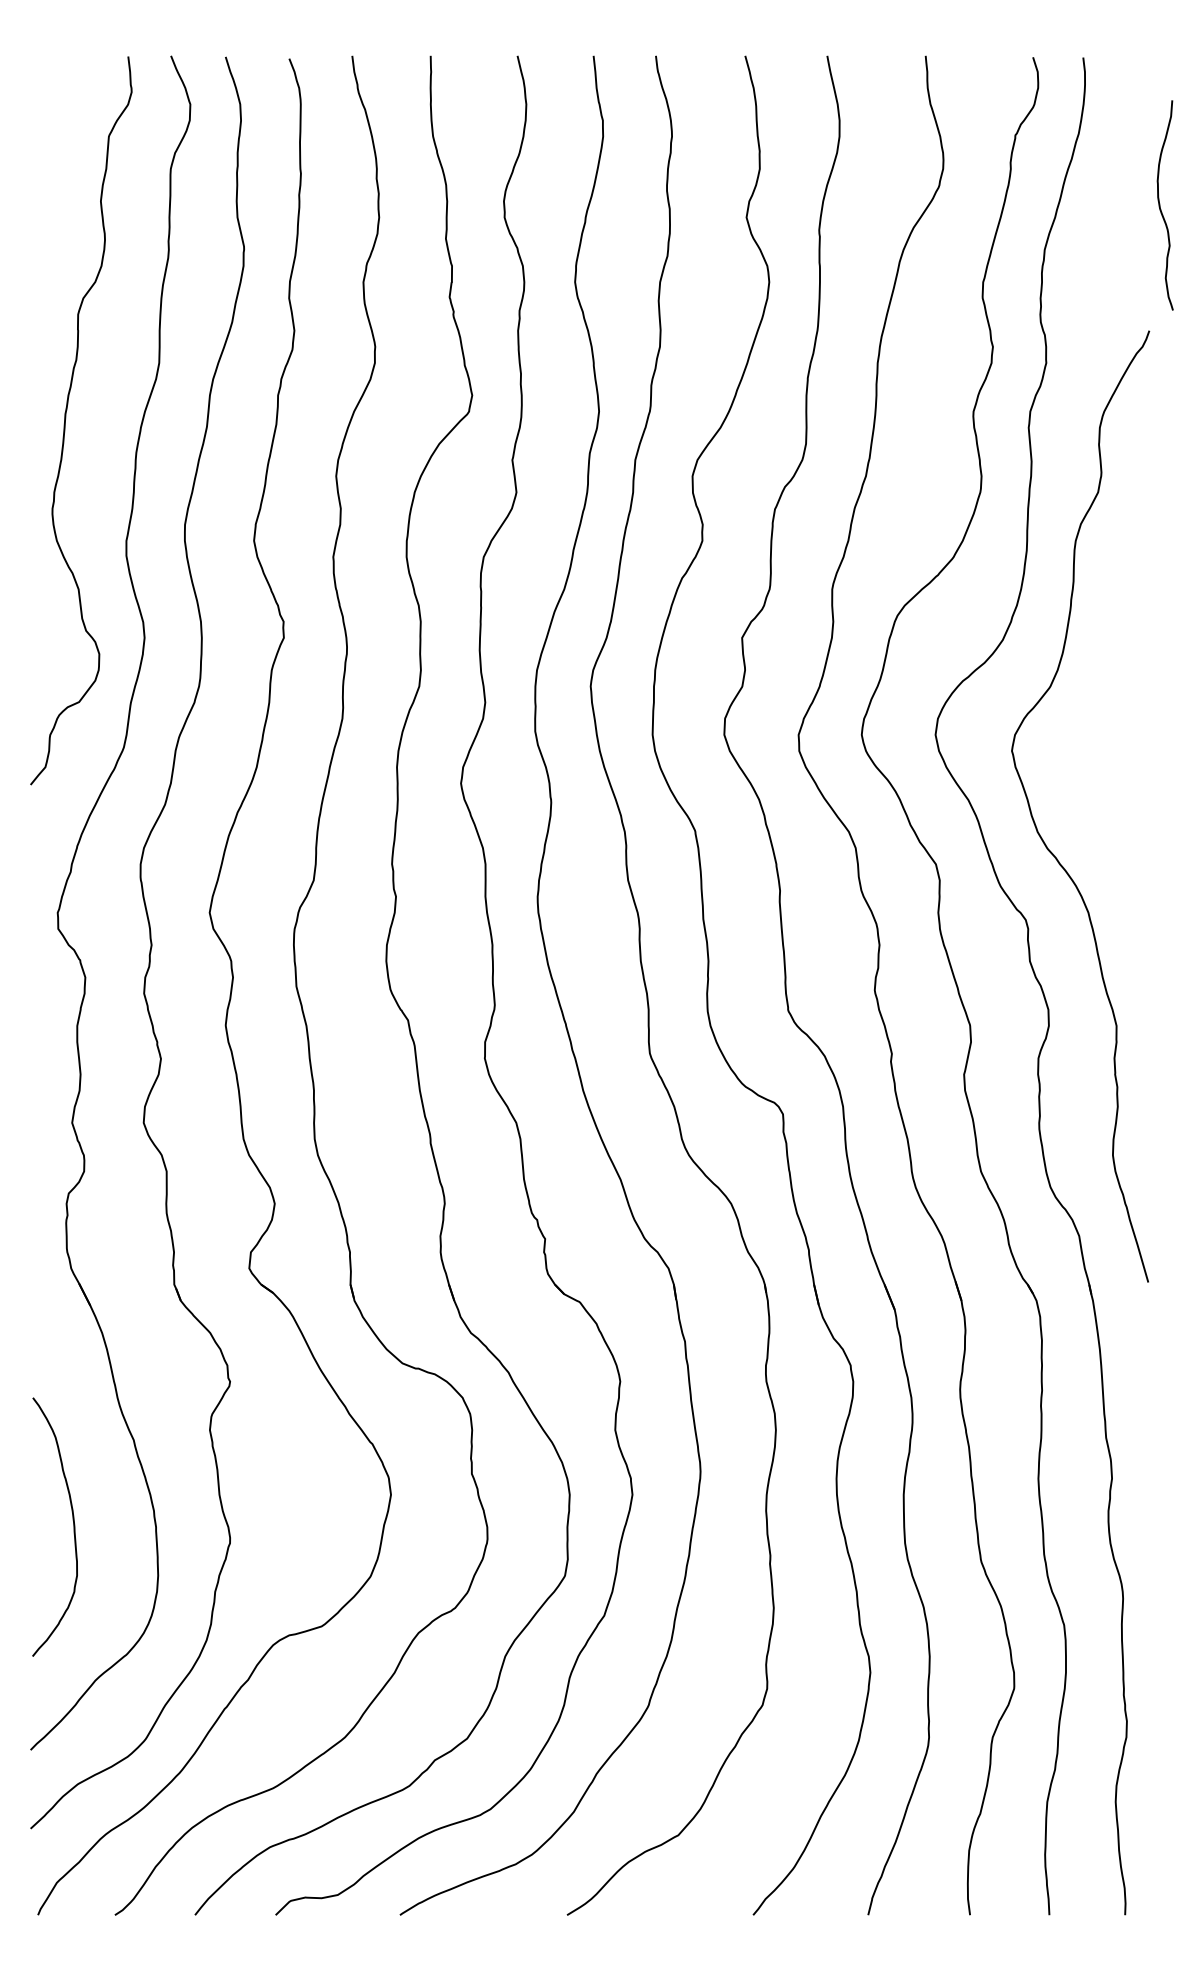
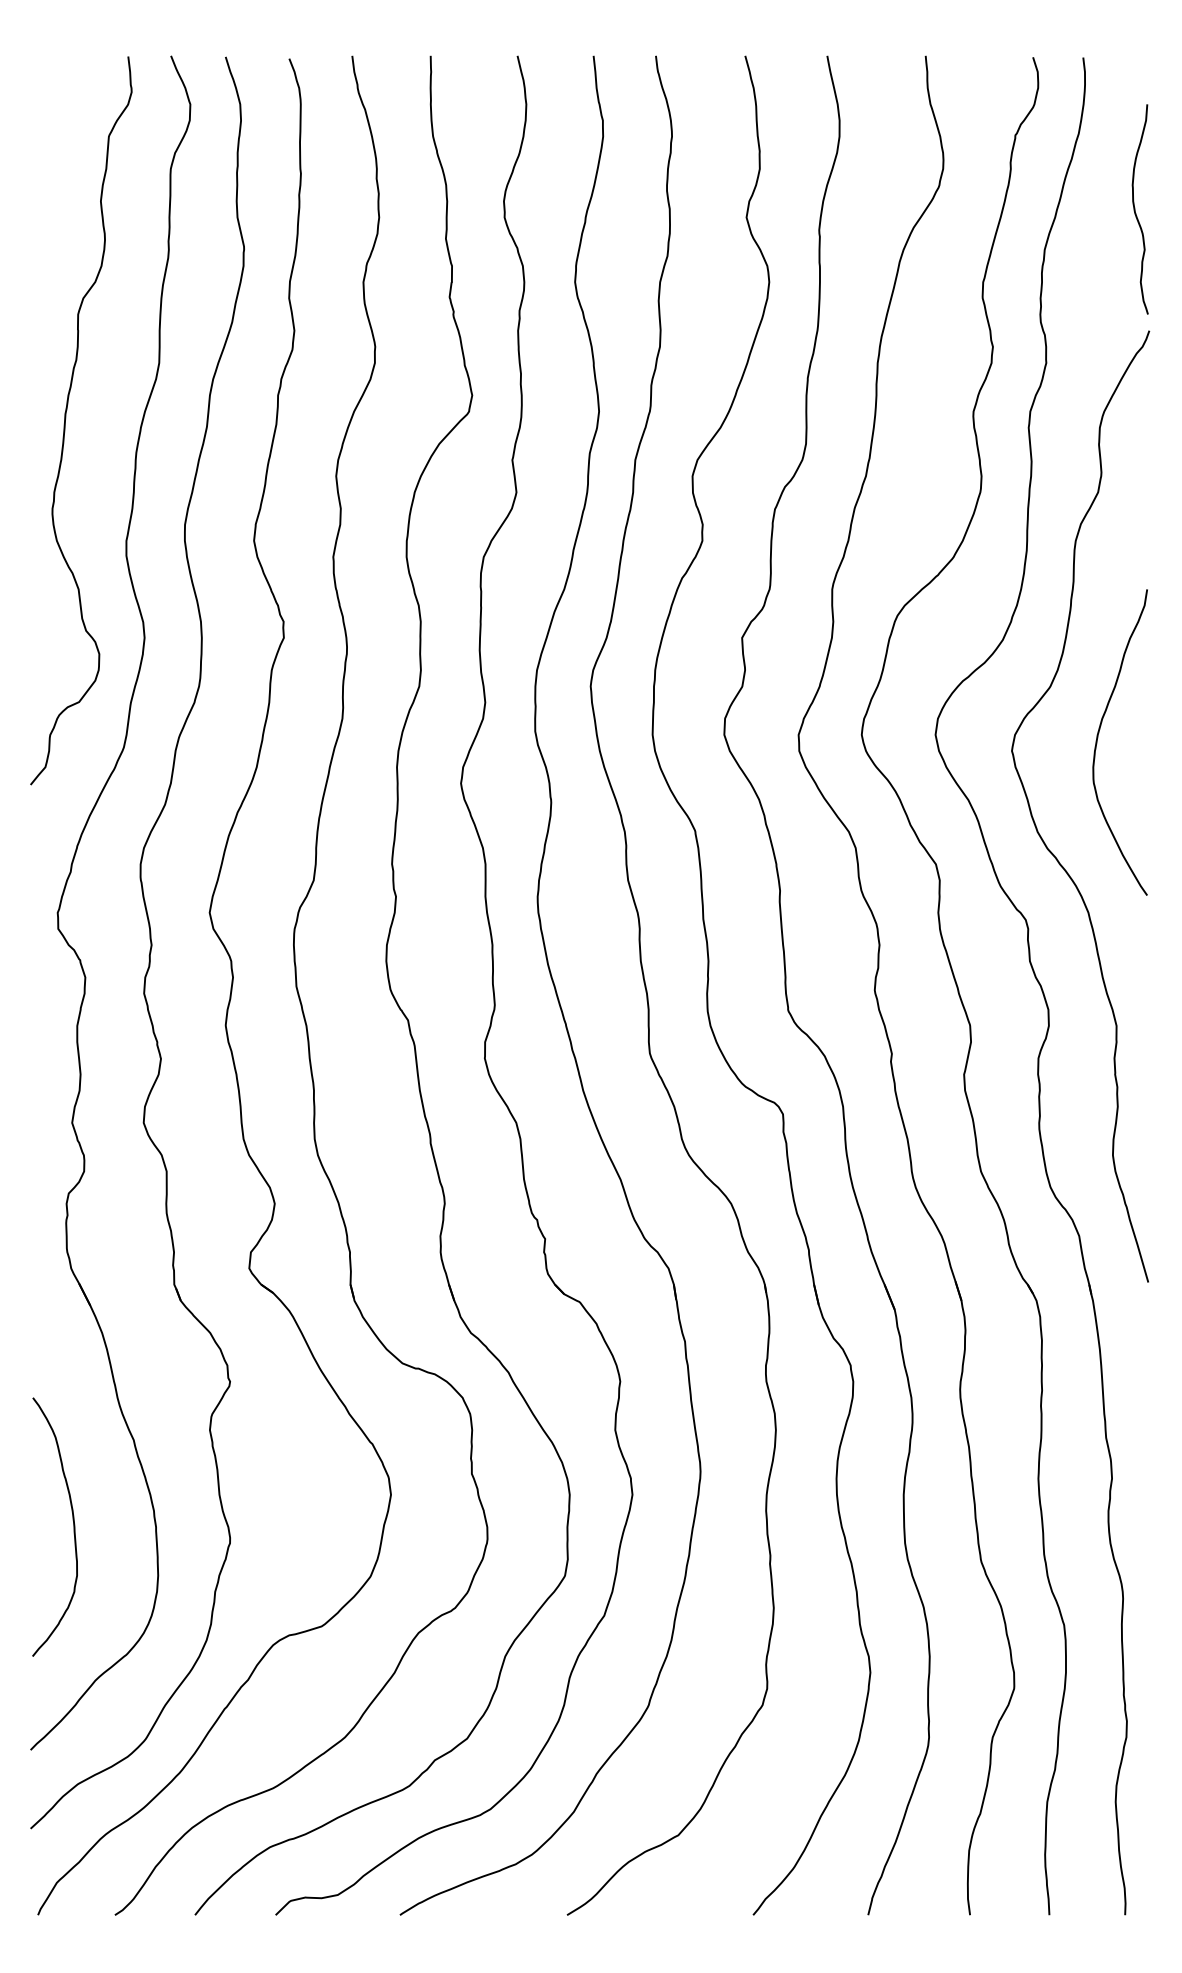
curve at (1160, 205) position: (1160, 205) -> (1135, 209)
curve at (1098, 738): none -> present
